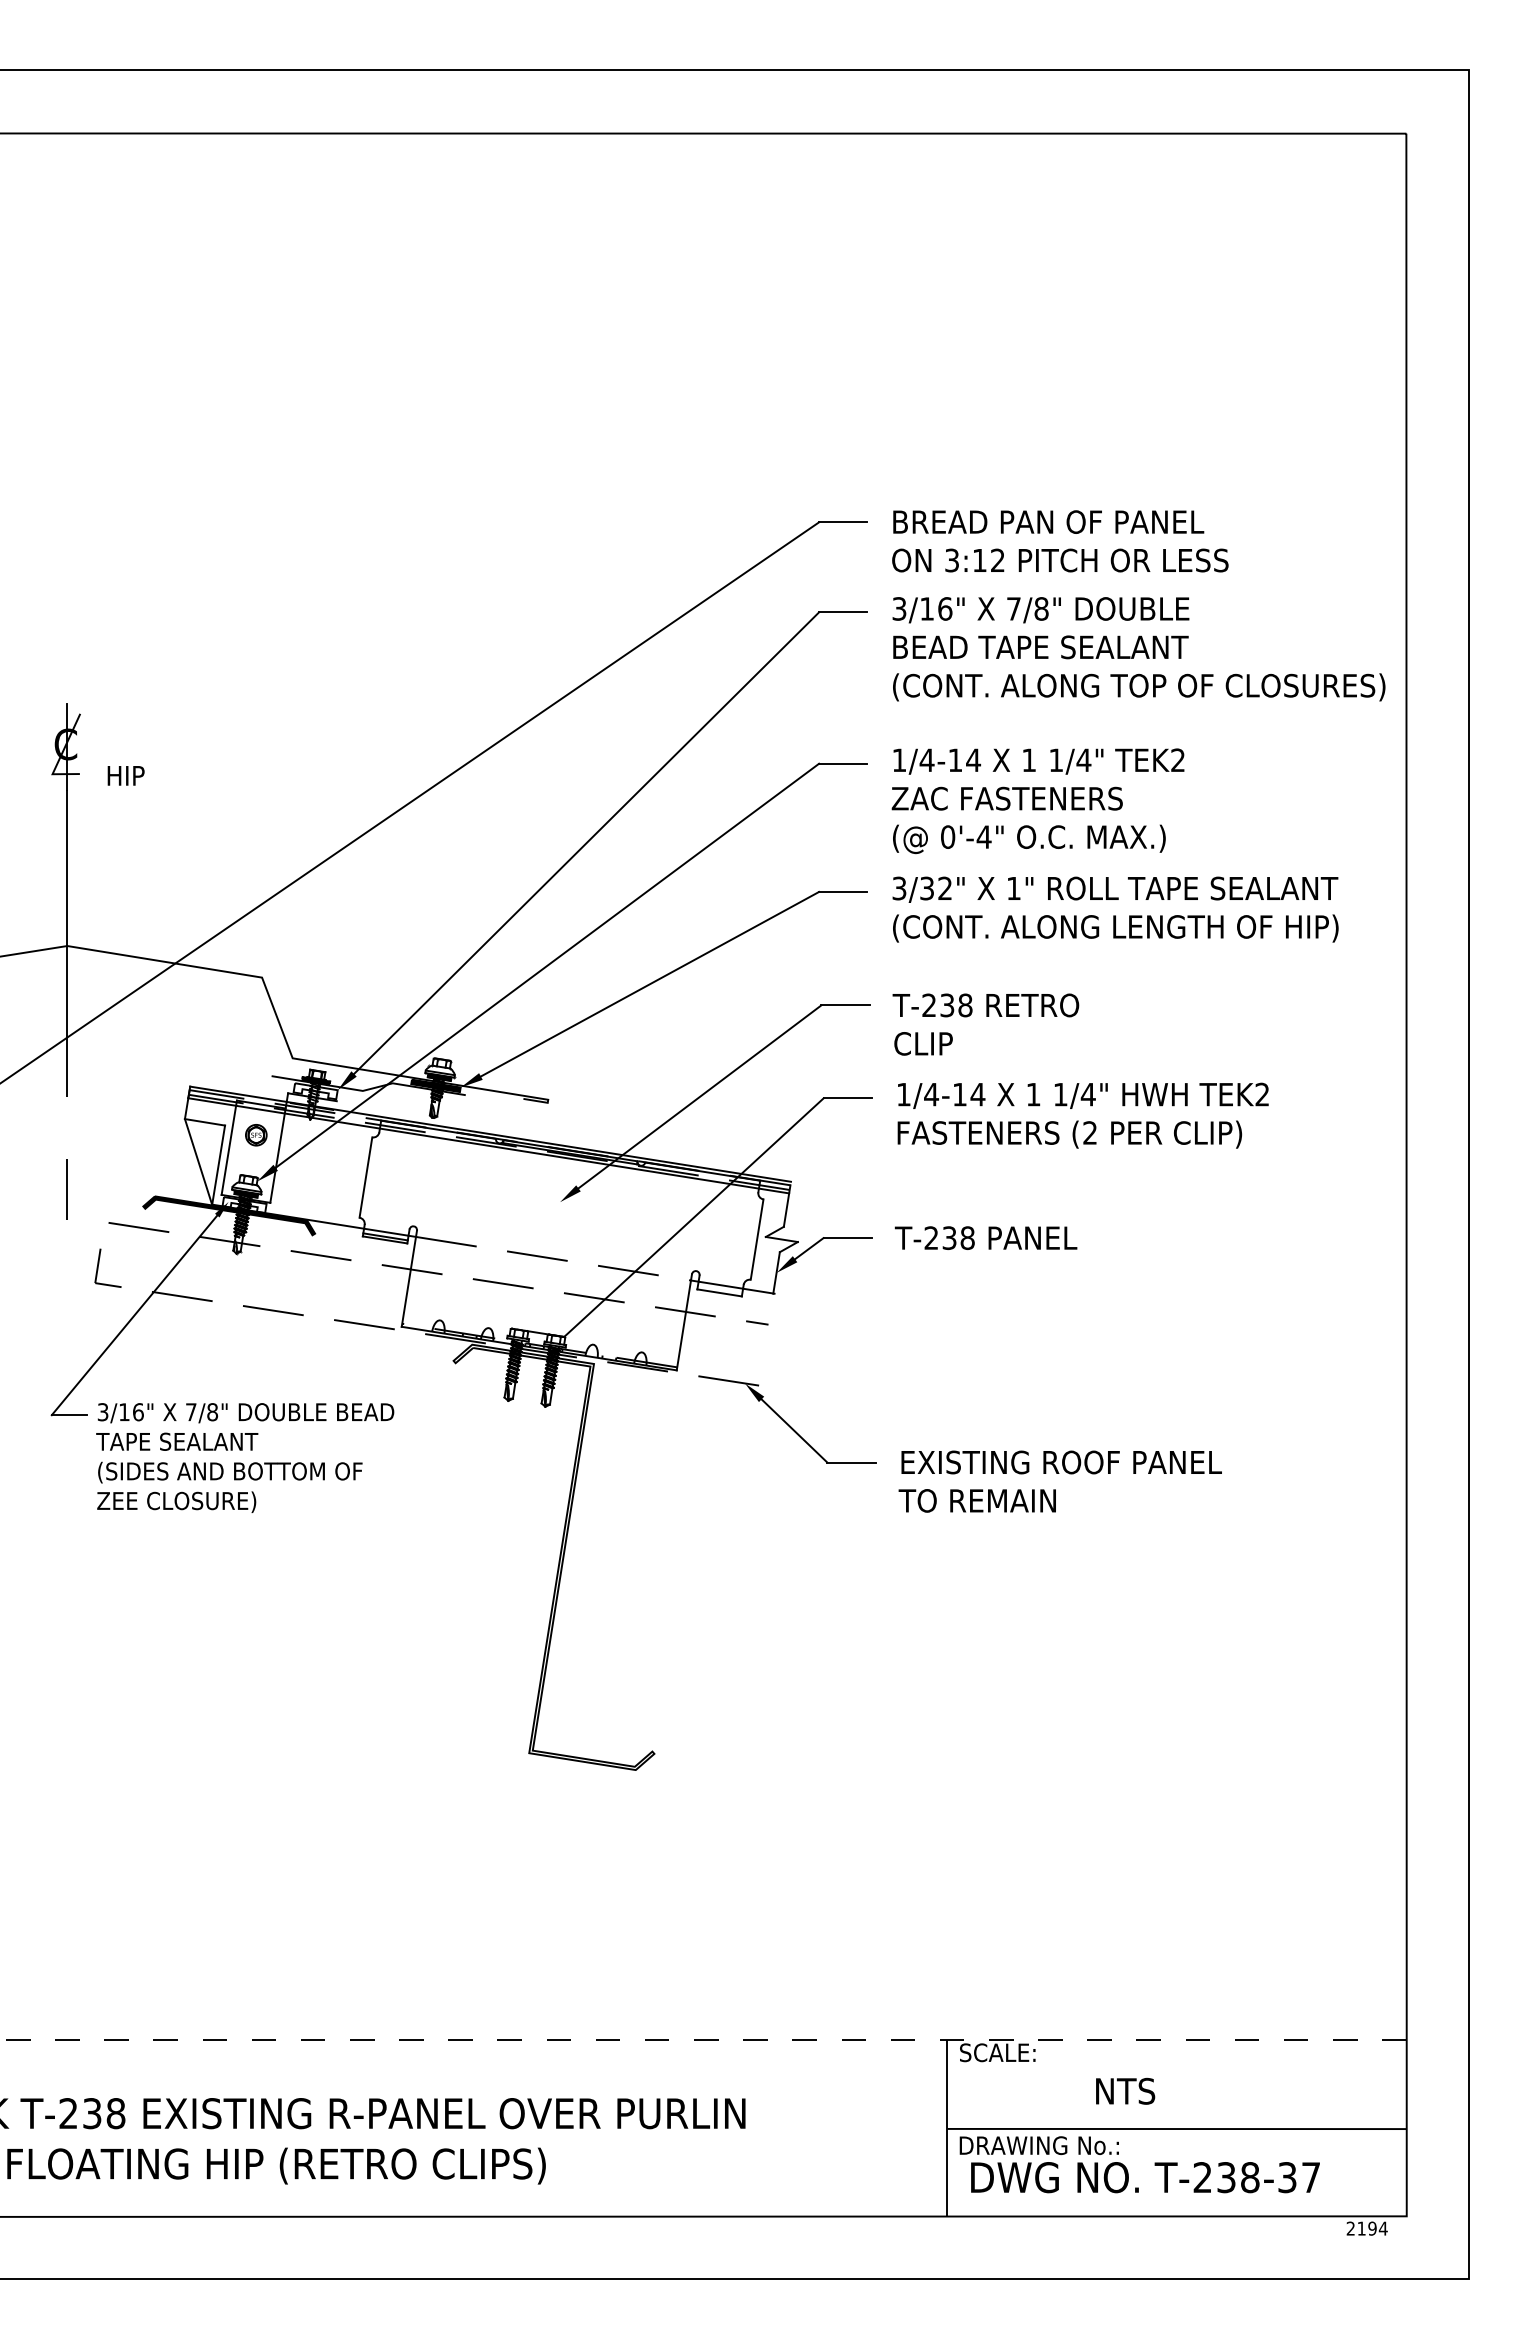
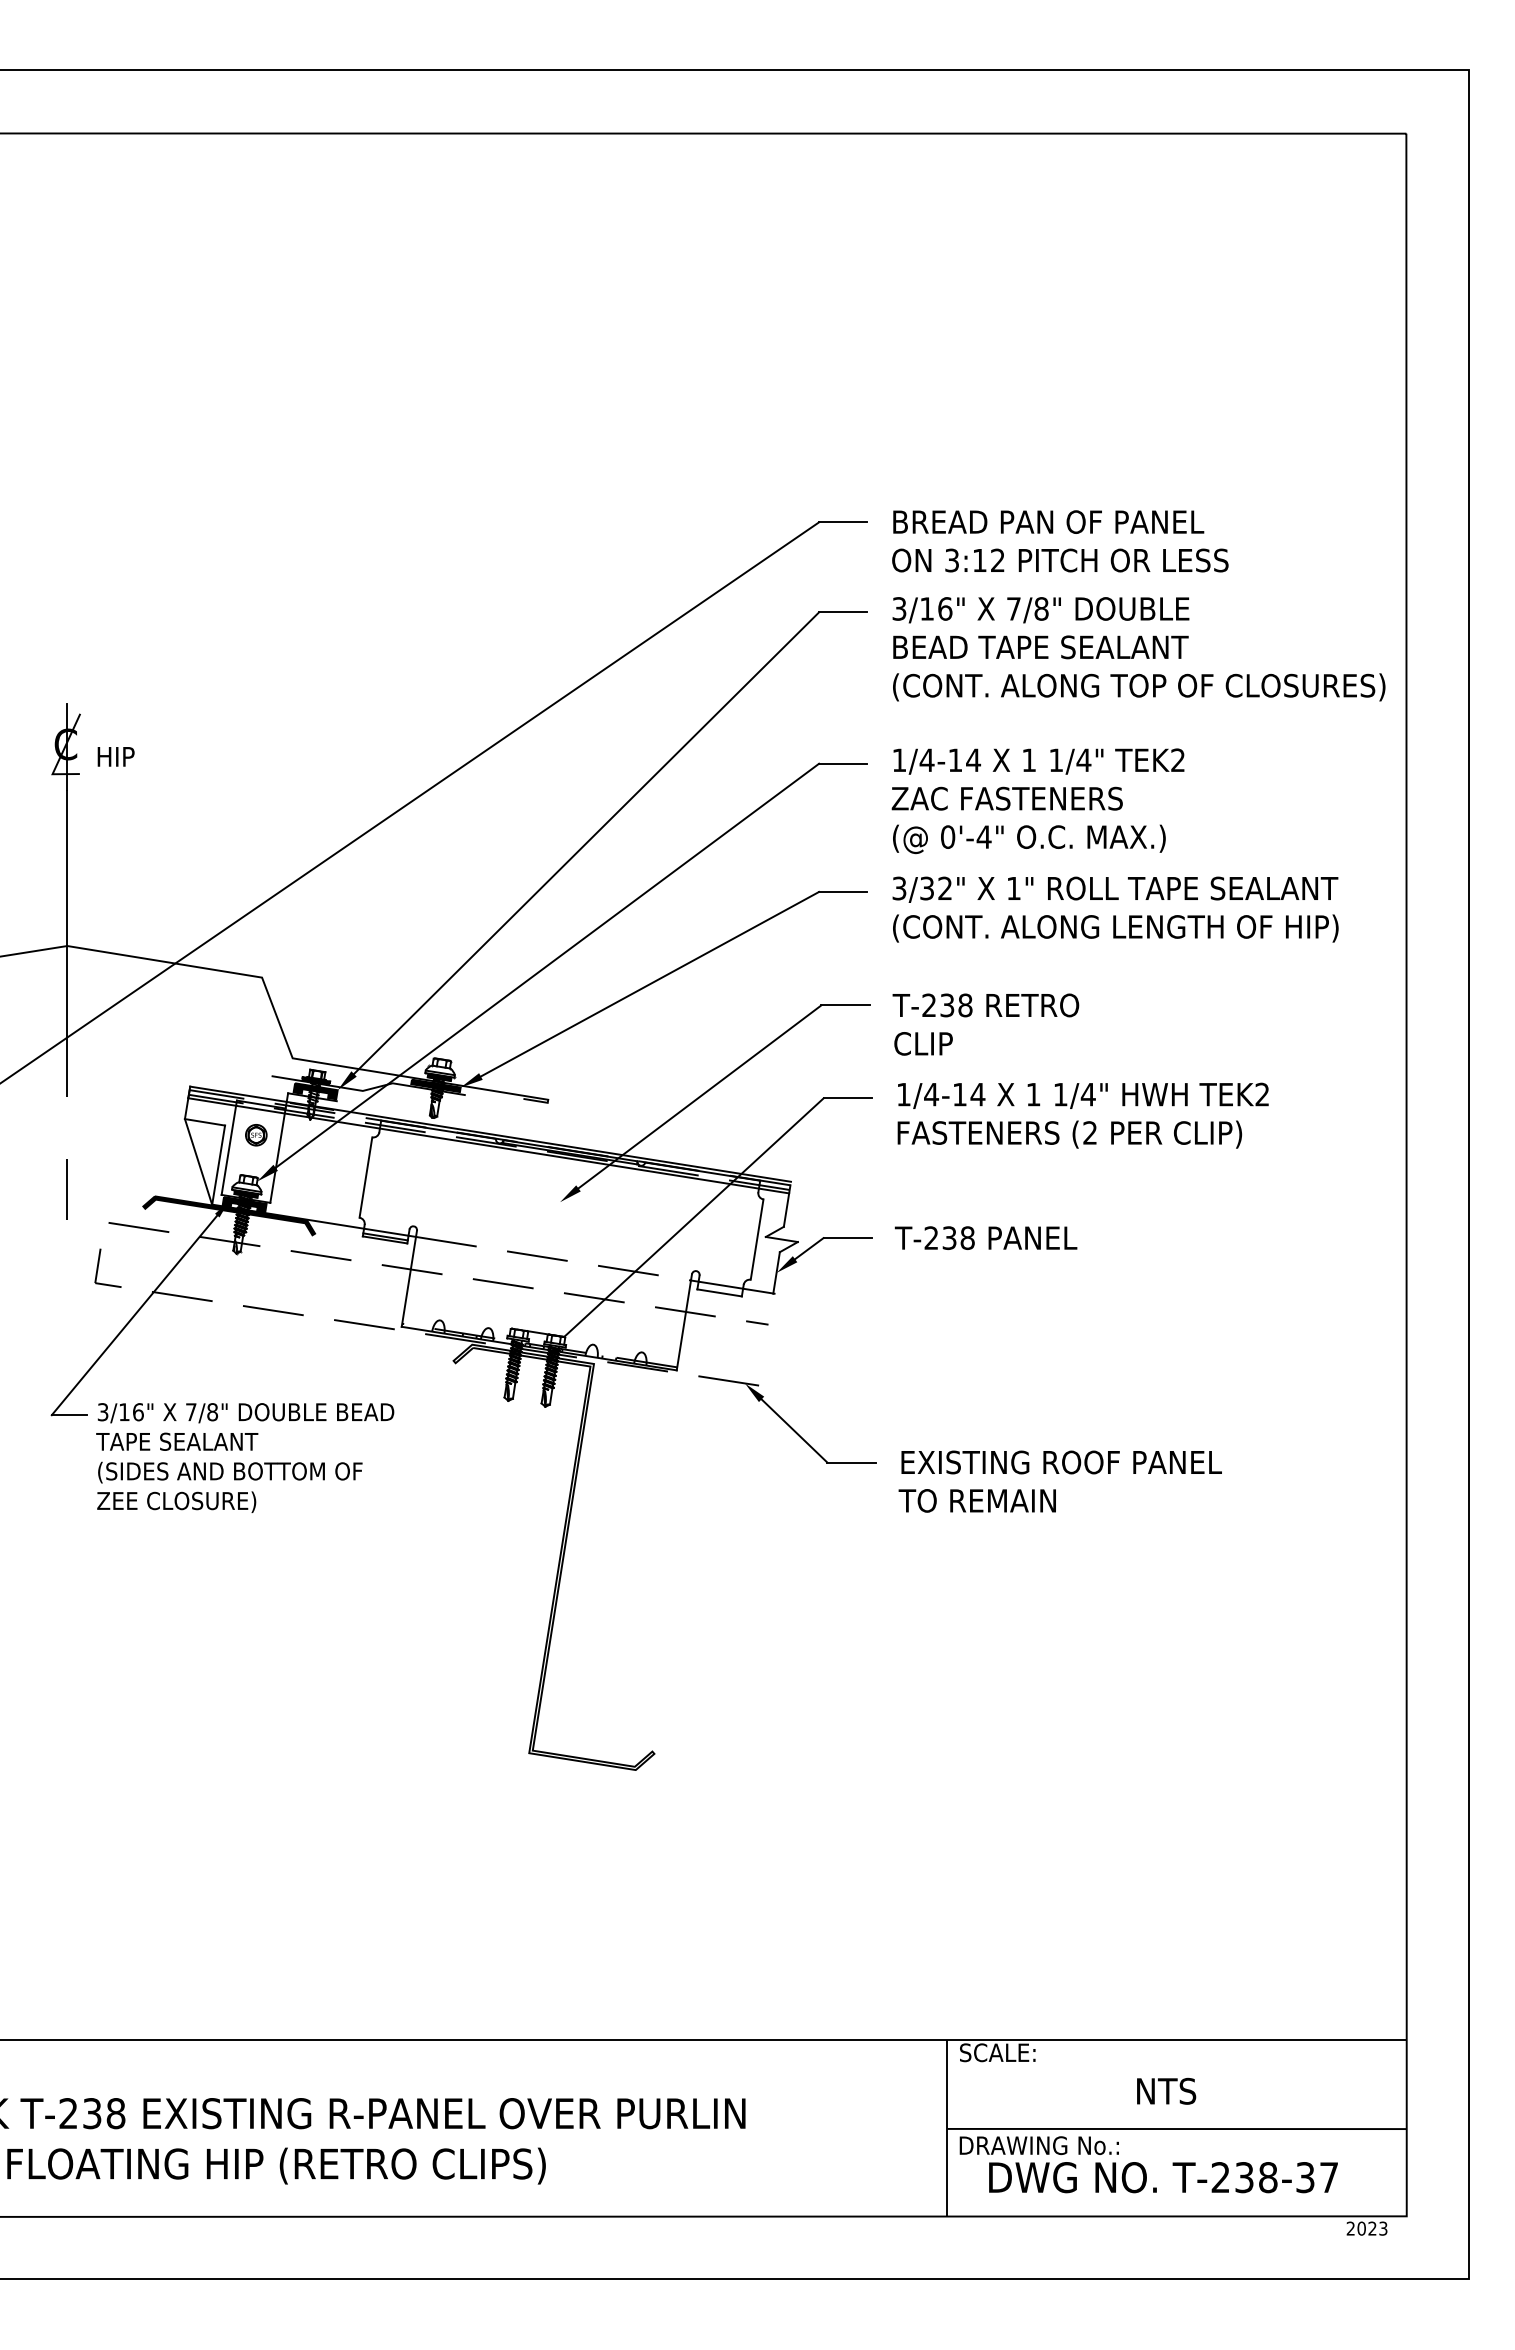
text at (125, 775) position: (125, 775) -> (115, 756)
fill at (315, 1091): none -> present
fill at (244, 1205): none -> present
line at (703, 2040): dashed -> solid
text at (1125, 2090) position: (1125, 2090) -> (1166, 2090)
text at (1145, 2177) position: (1145, 2177) -> (1163, 2177)
text at (1372, 2228): 2194 -> 2023
